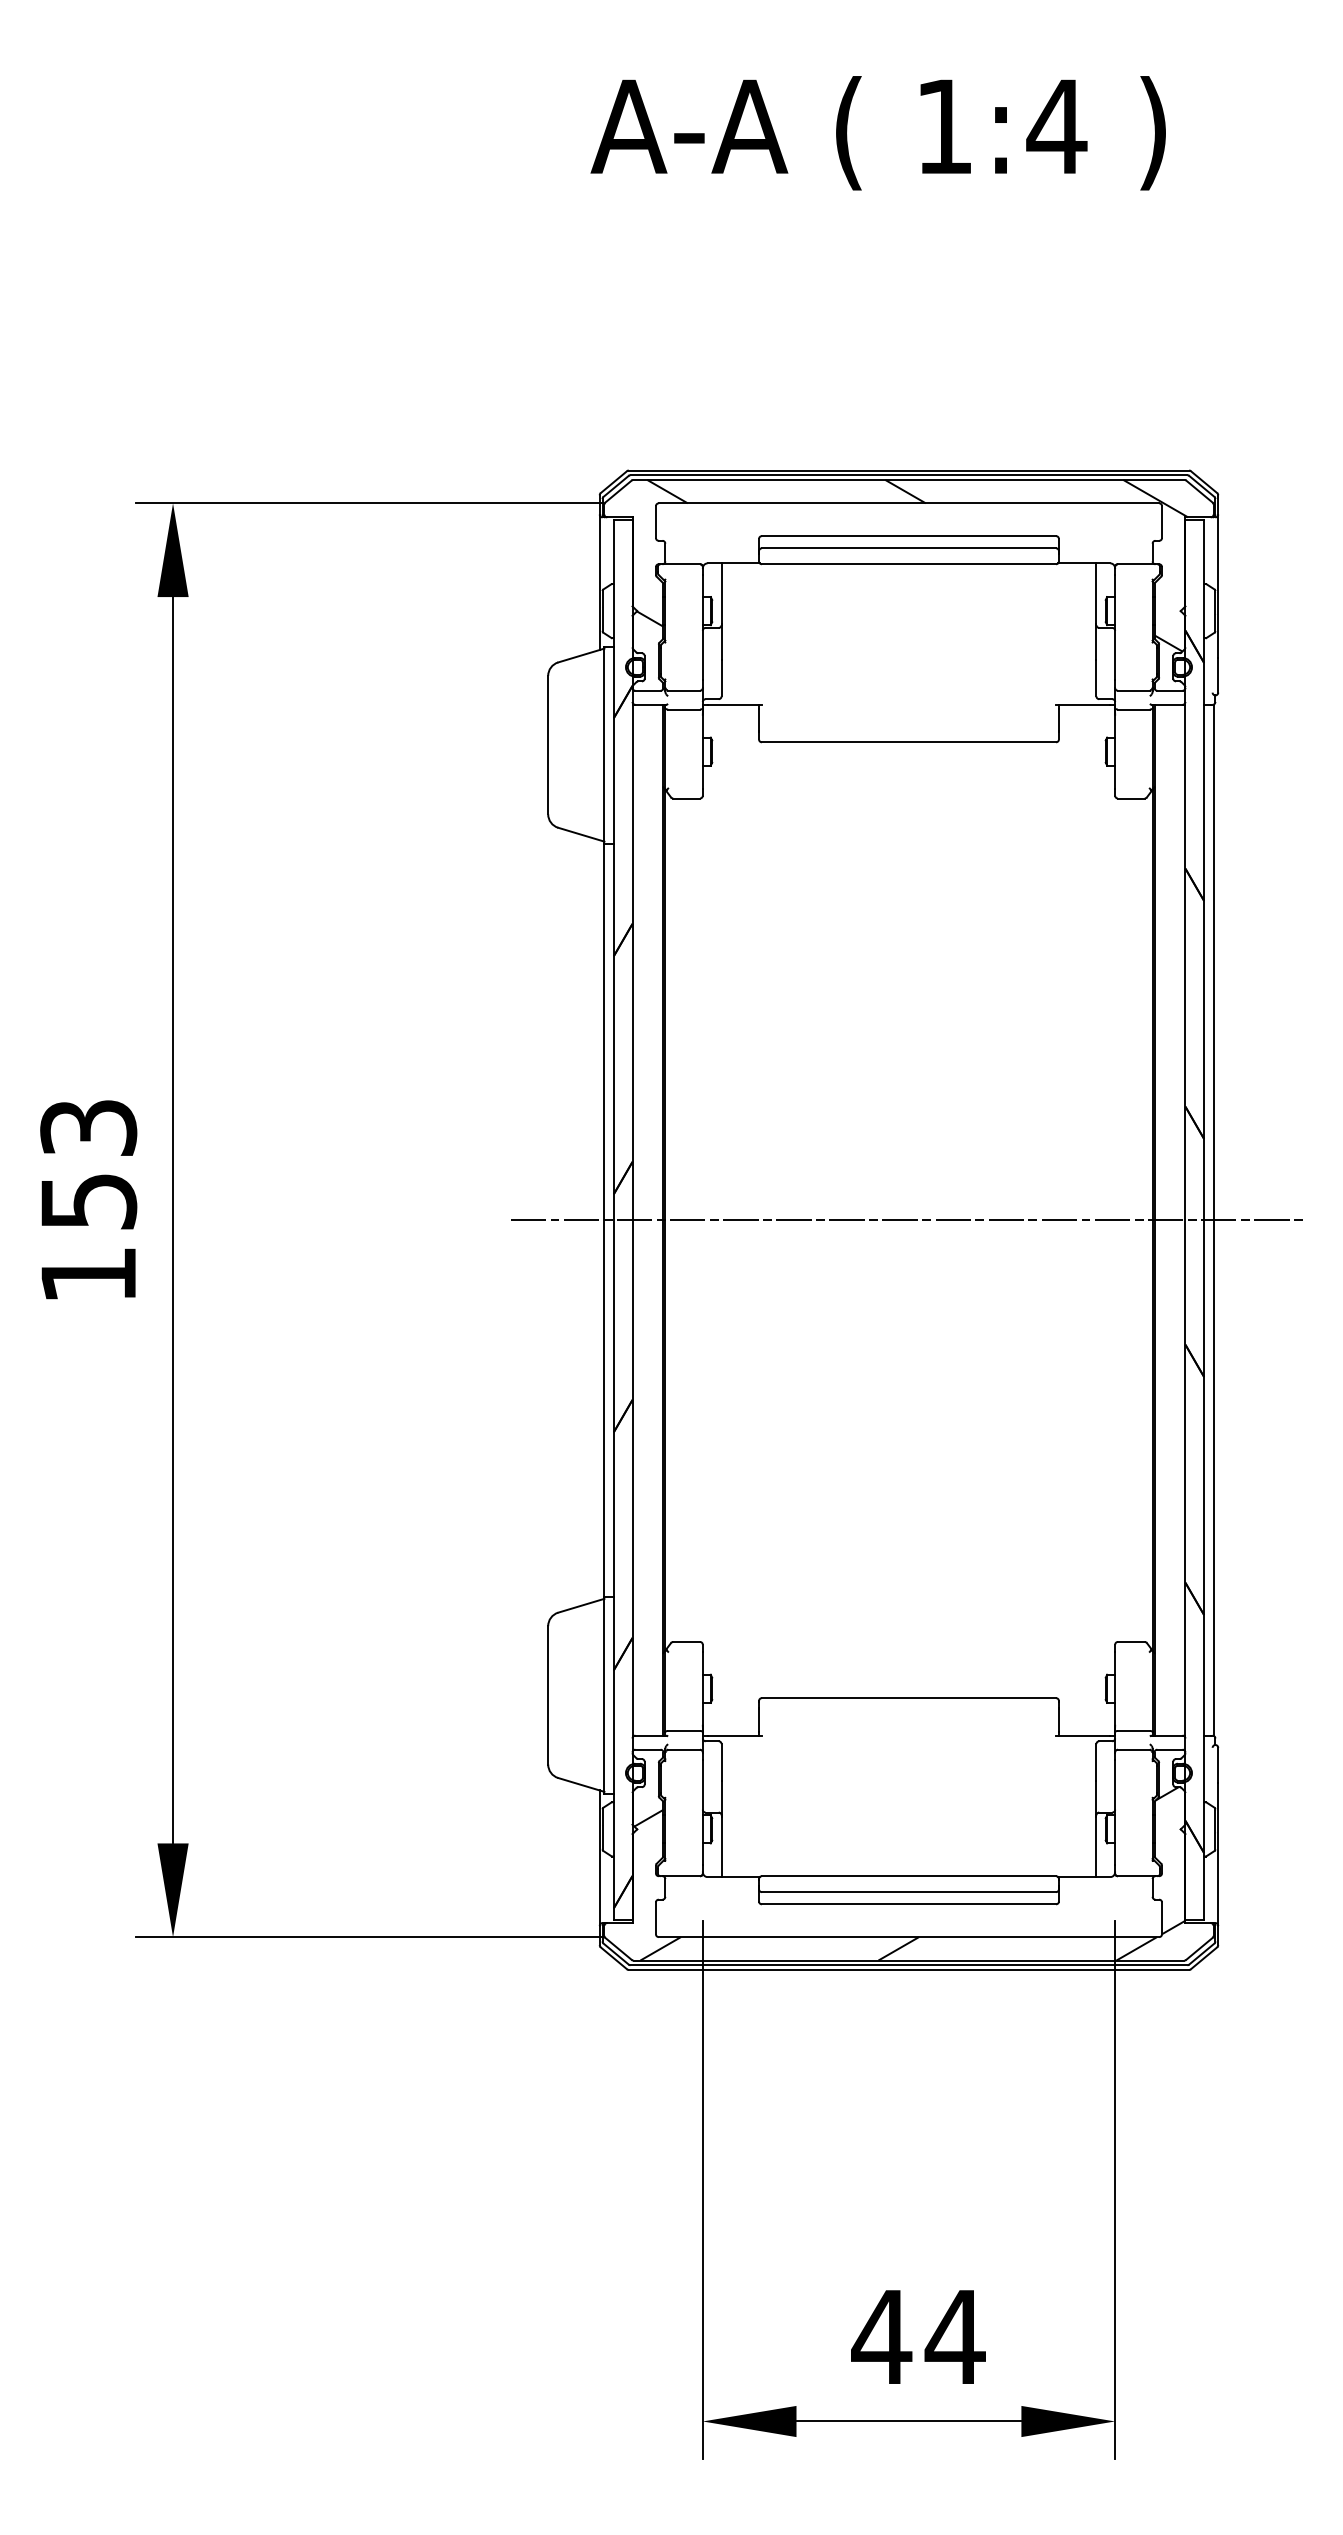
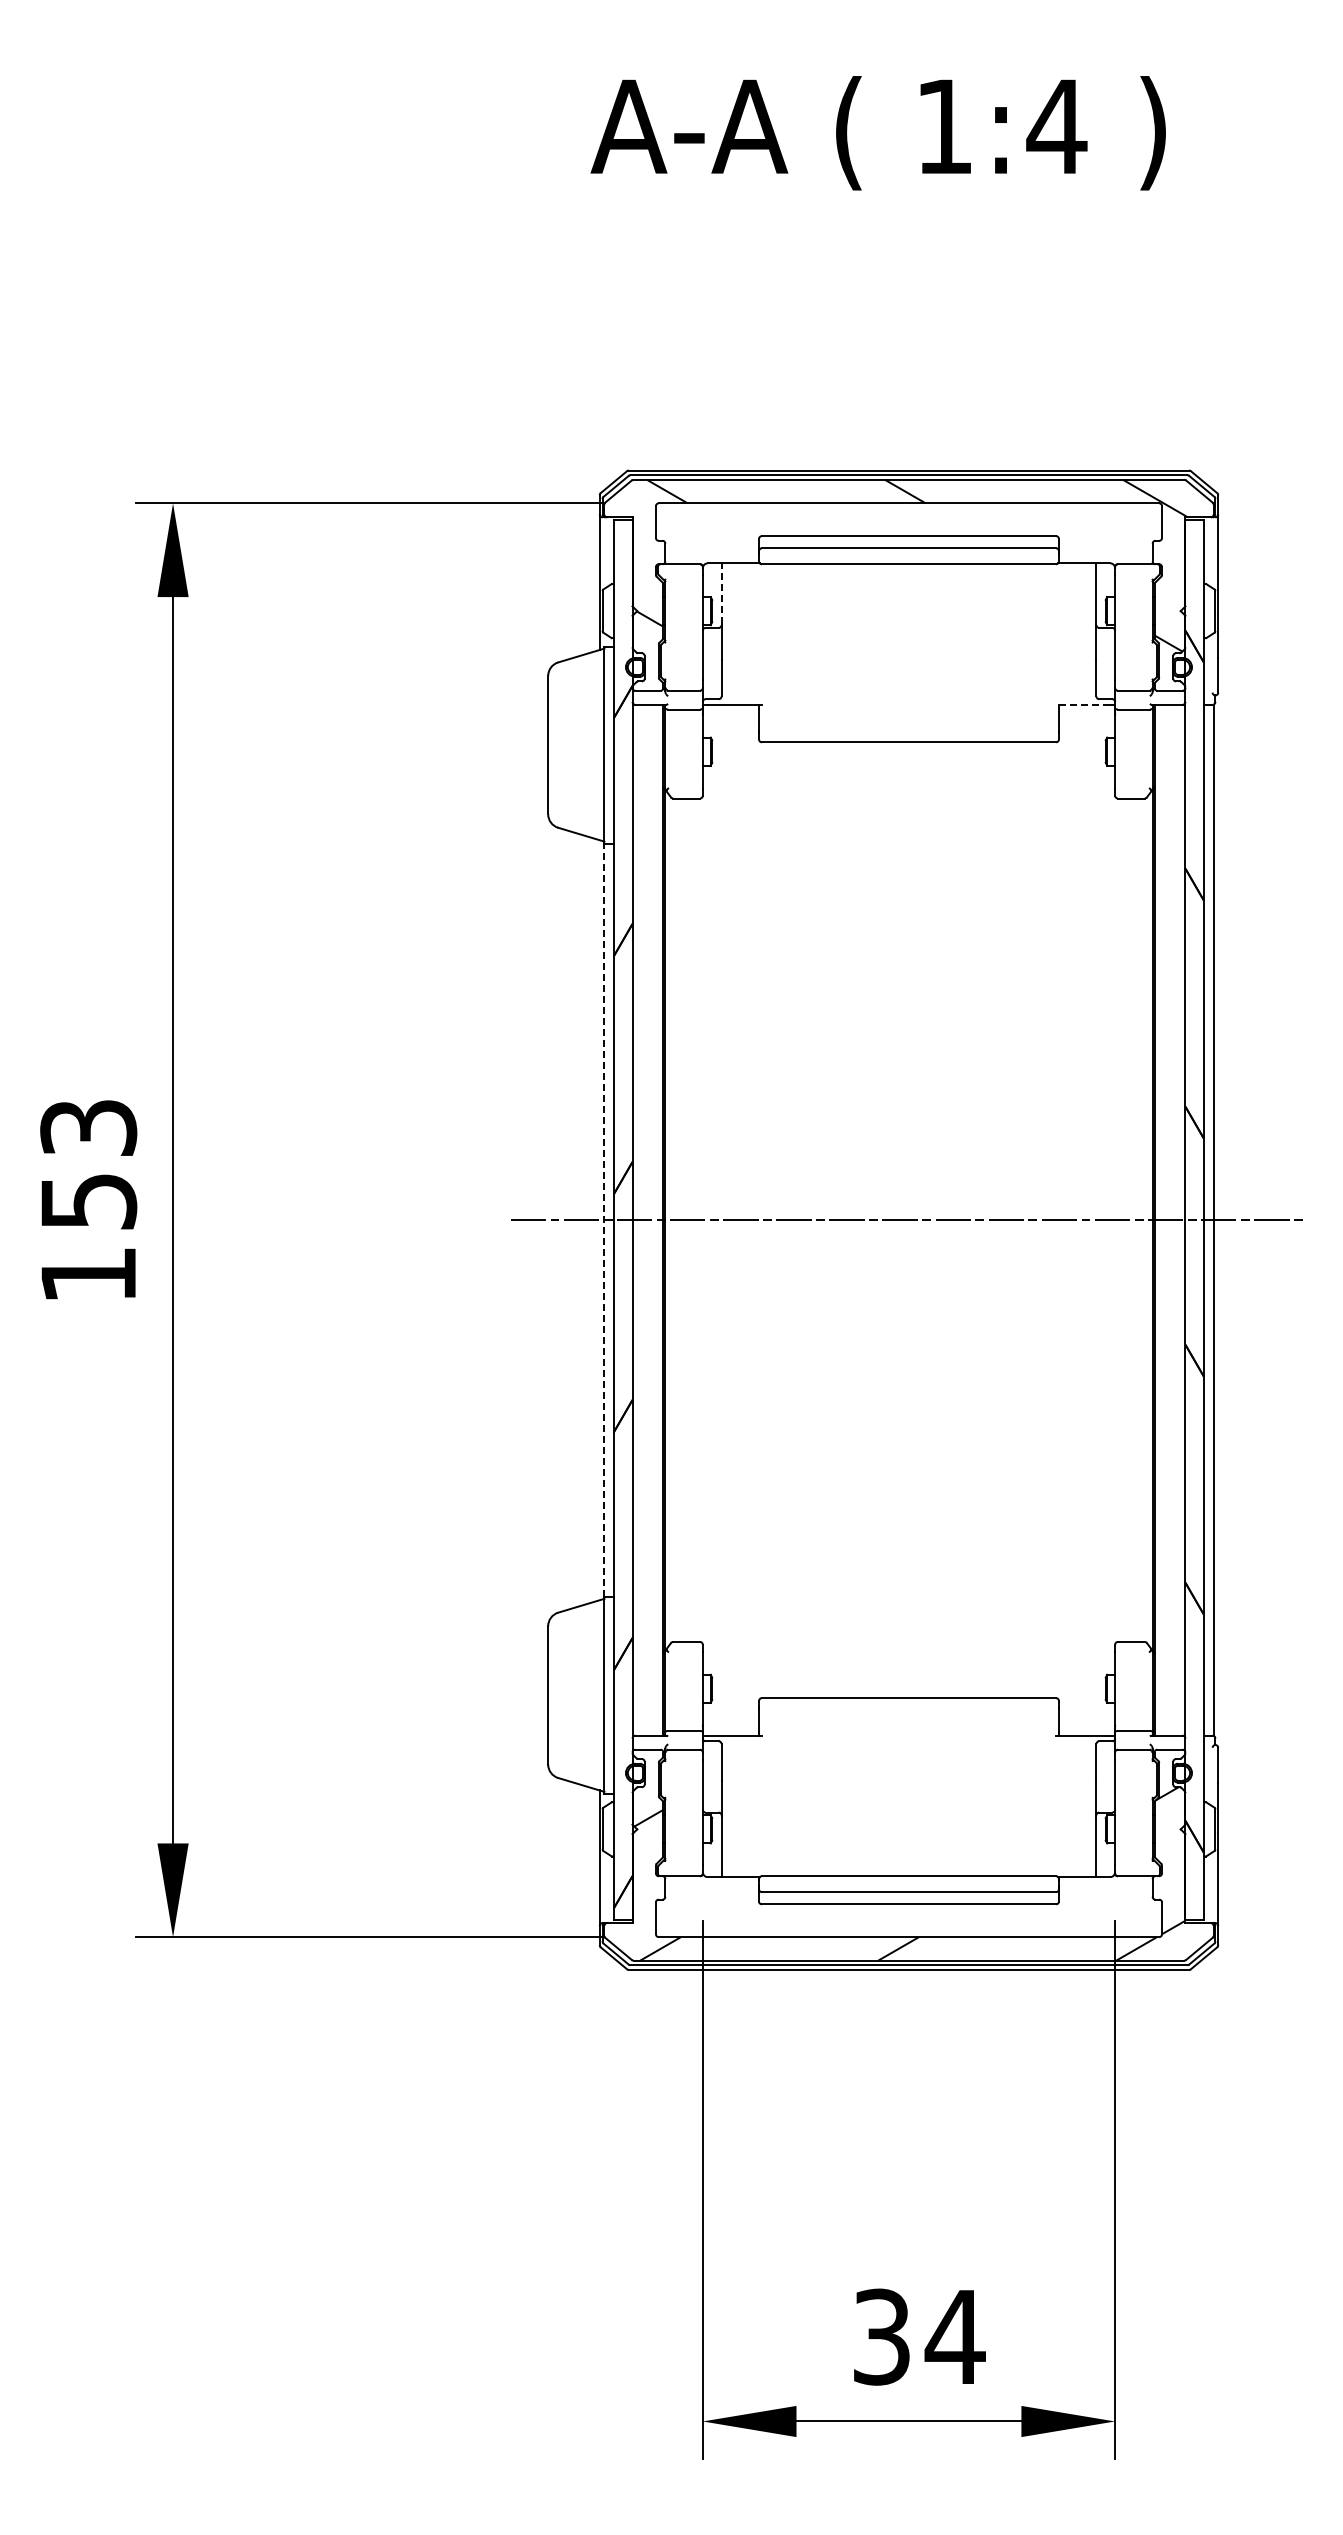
line at (721, 592): solid -> dashed
line at (1082, 704): solid -> dashed
line at (604, 1220): solid -> dashed
text at (881, 2336): 44 -> 34
